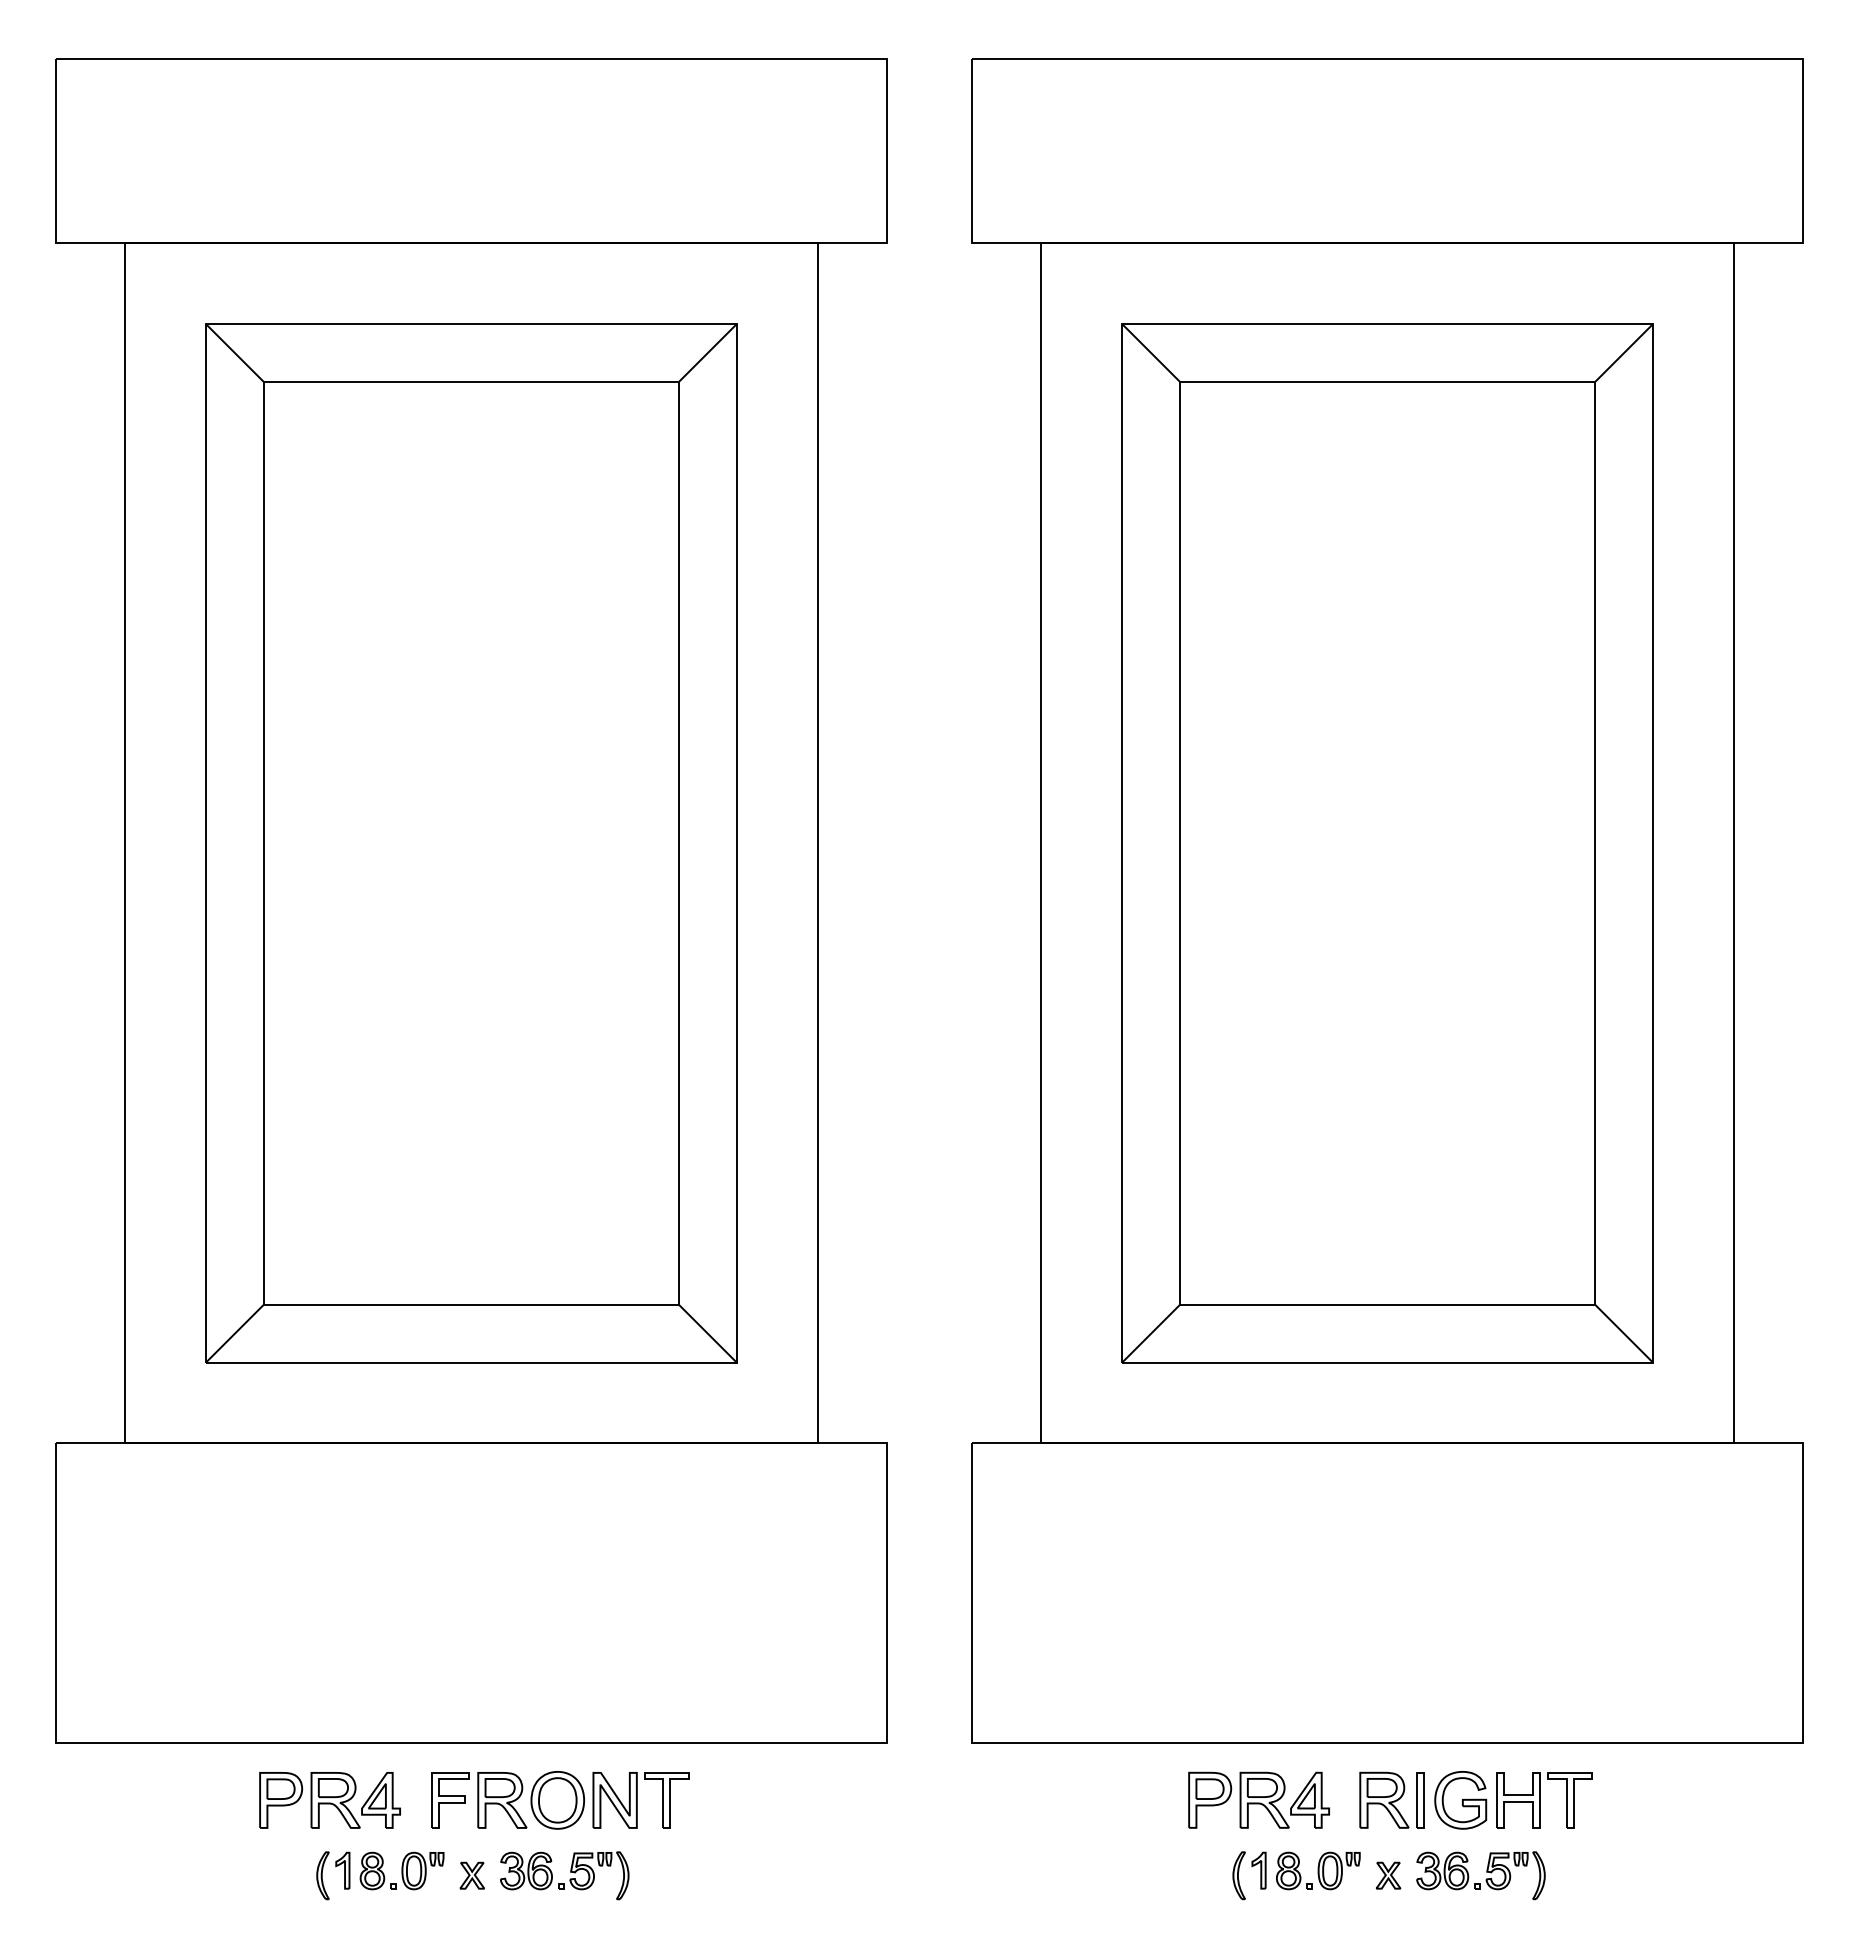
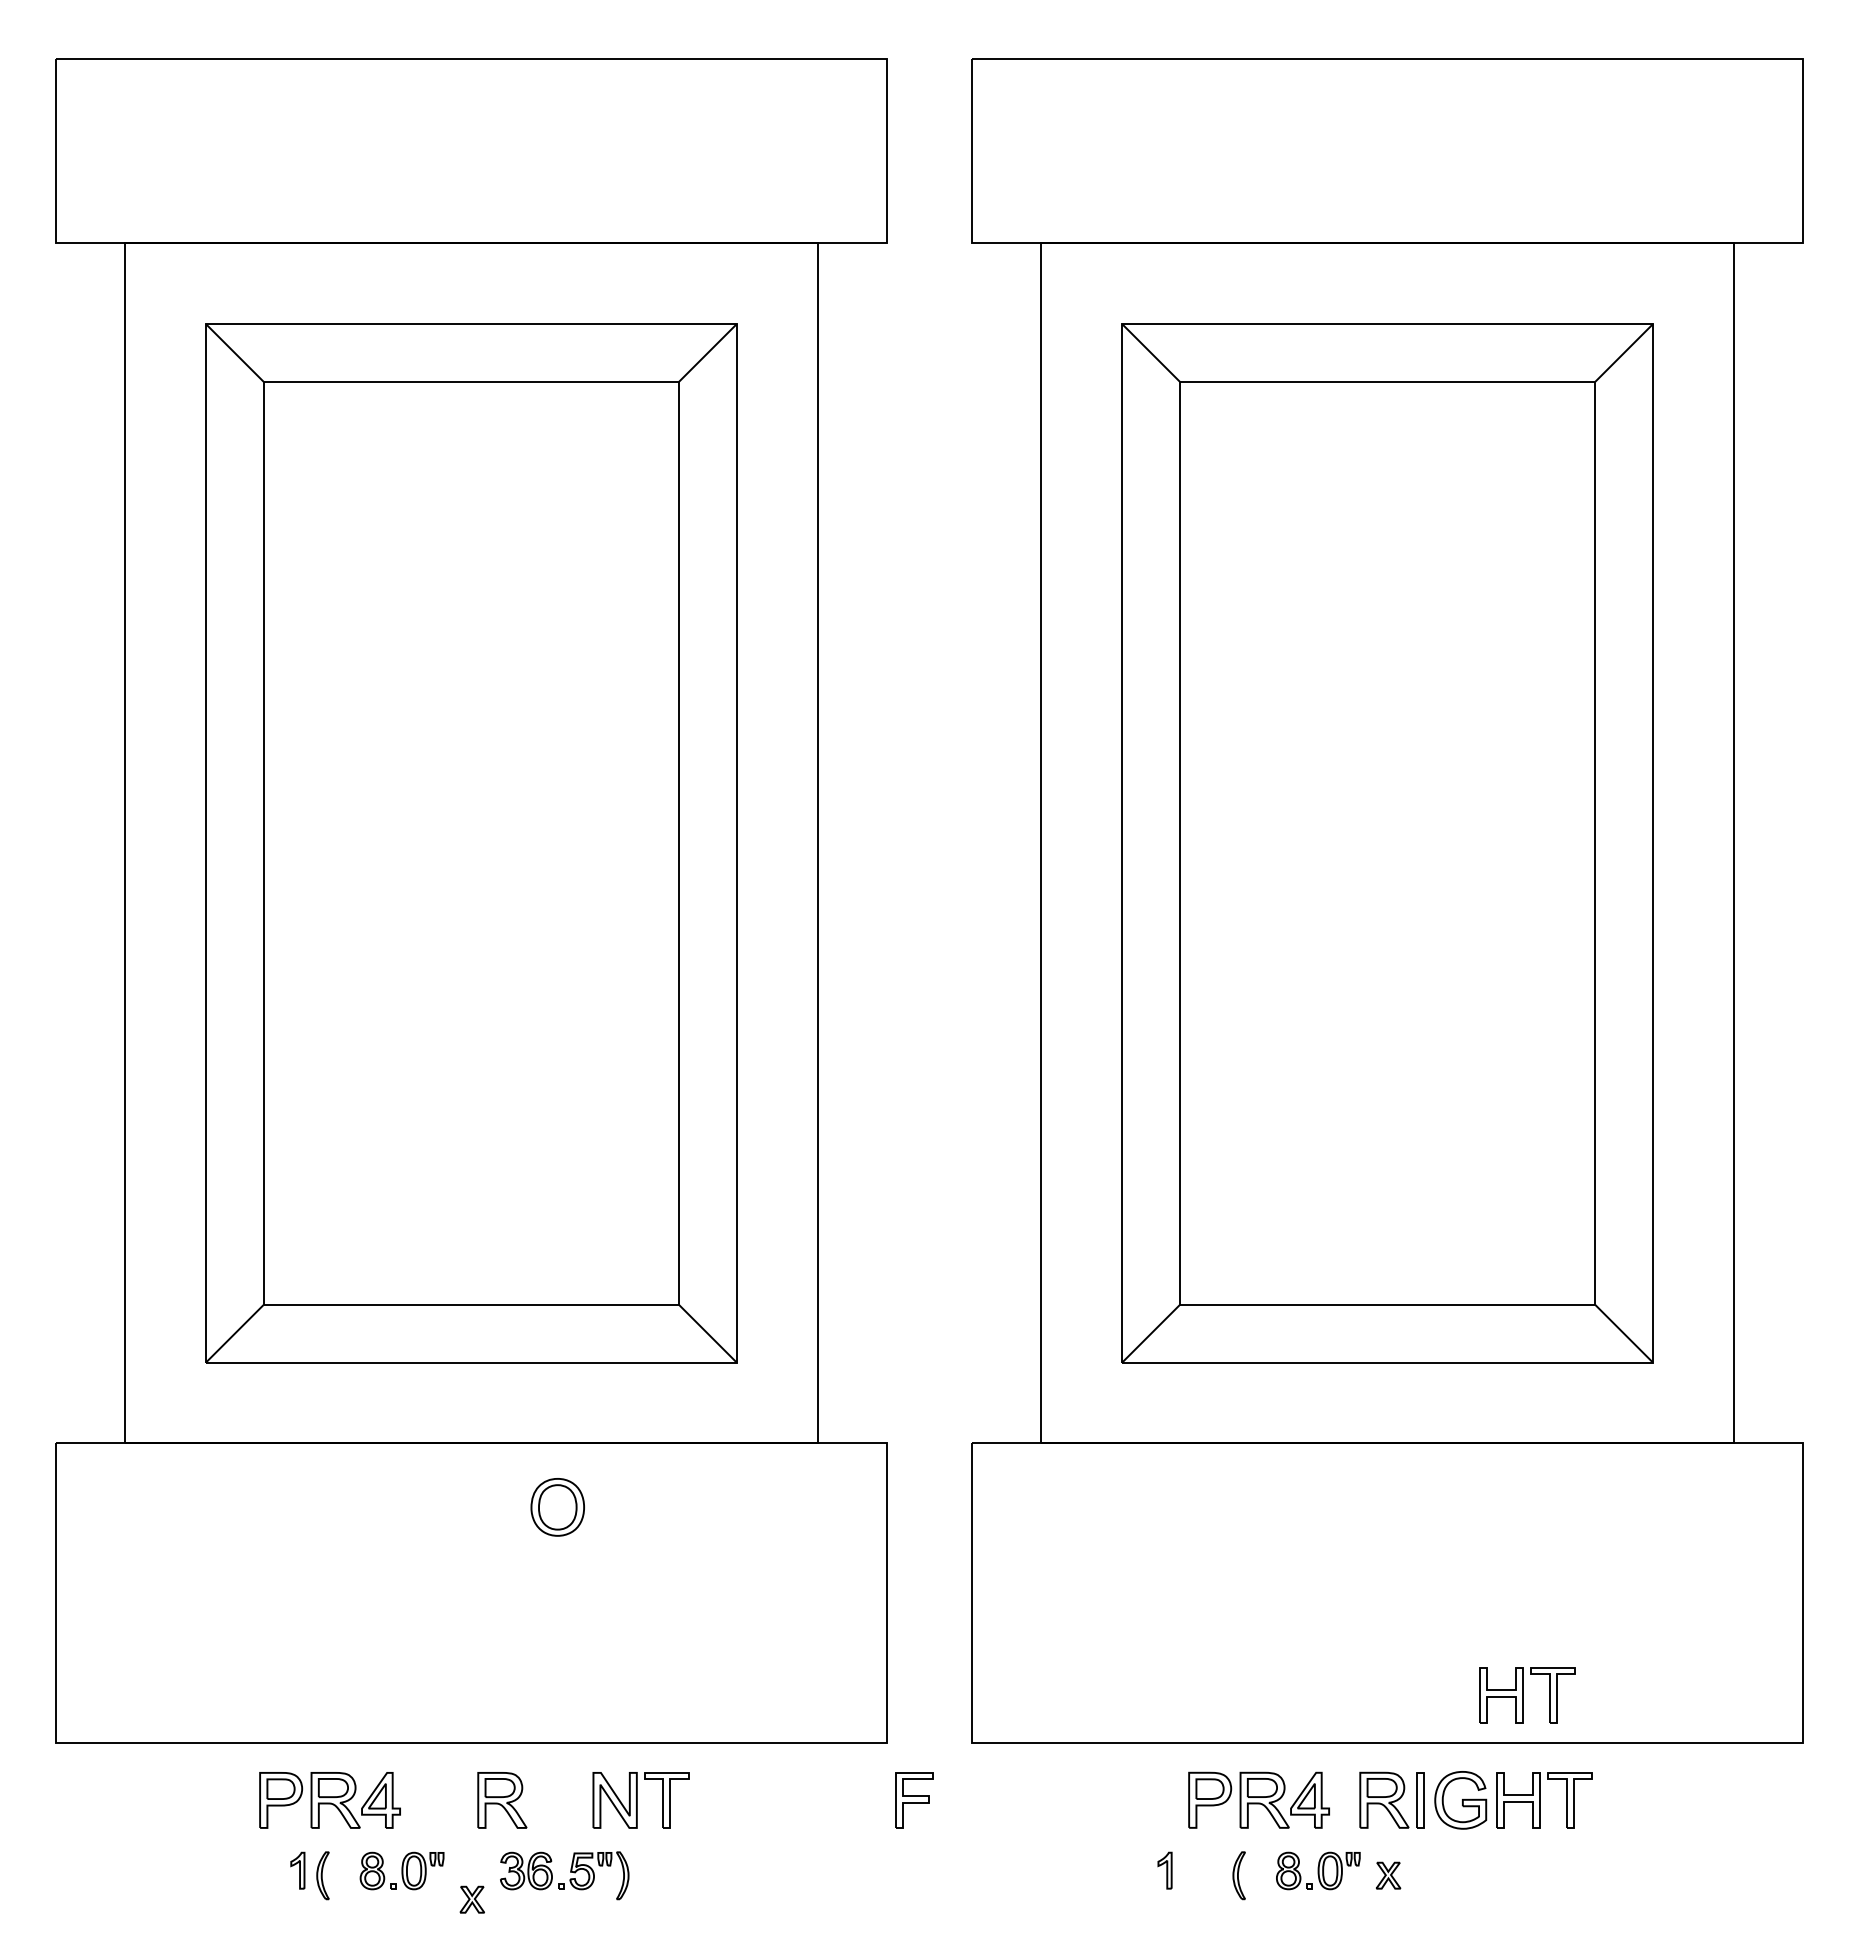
part at (1527, 1695): none -> present
part at (450, 1800) position: (450, 1800) -> (914, 1800)
part at (557, 1800) position: (557, 1800) -> (557, 1507)
part at (342, 1870) position: (342, 1870) -> (297, 1870)
part at (1258, 1870) position: (1258, 1870) -> (1164, 1870)
part at (471, 1875) position: (471, 1875) -> (471, 1899)
part at (1485, 1879): present -> none
